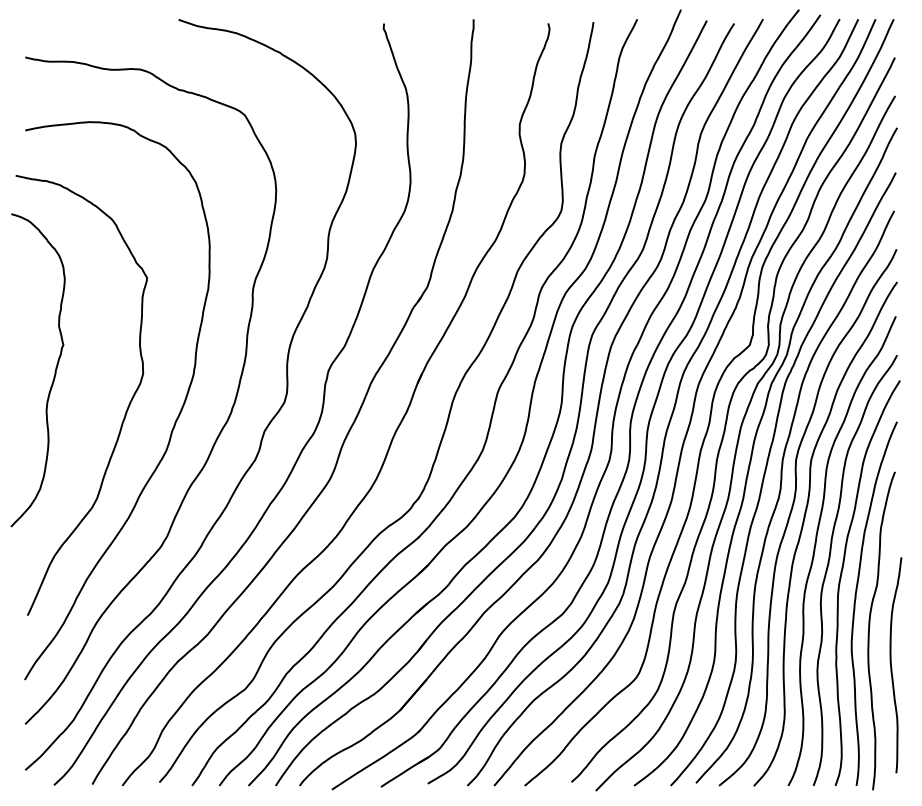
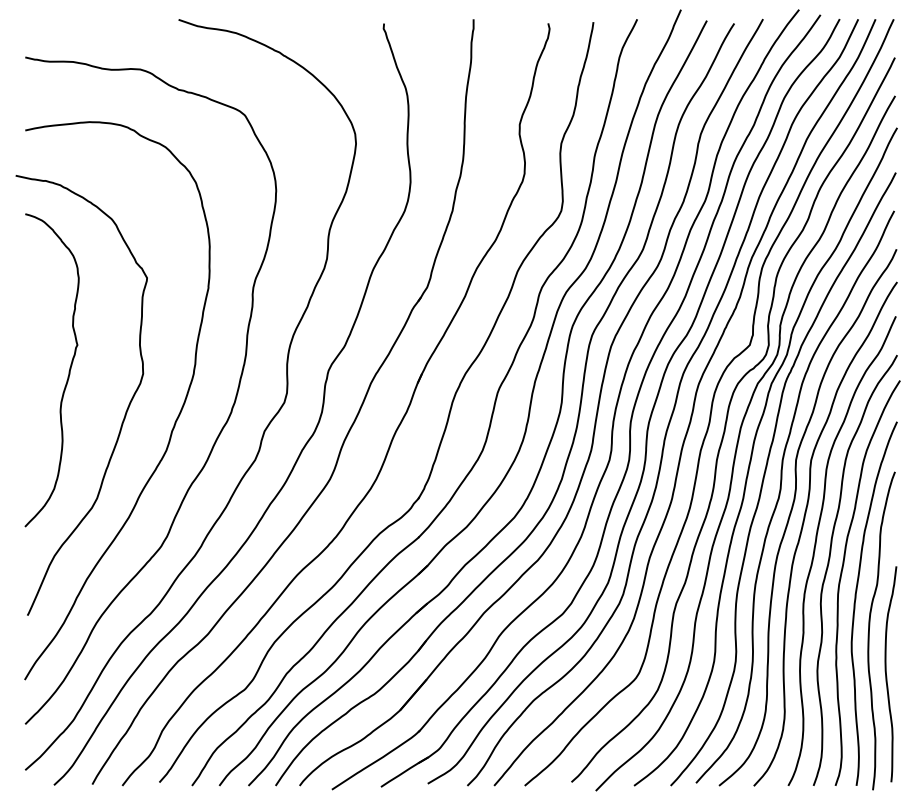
curve at (54, 371) position: (54, 371) -> (68, 371)
curve at (892, 667) position: (892, 667) -> (887, 676)
